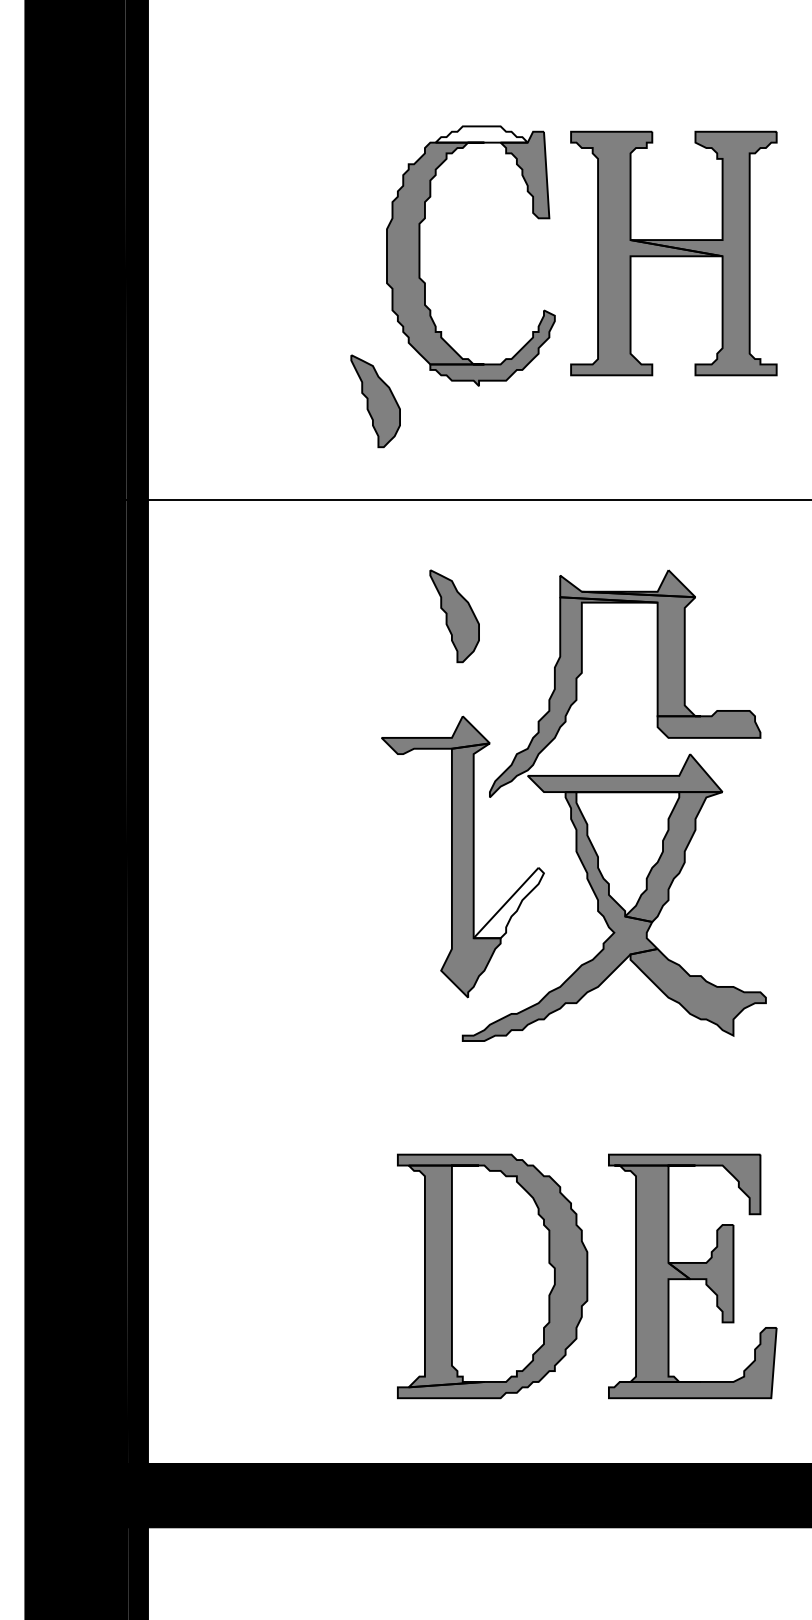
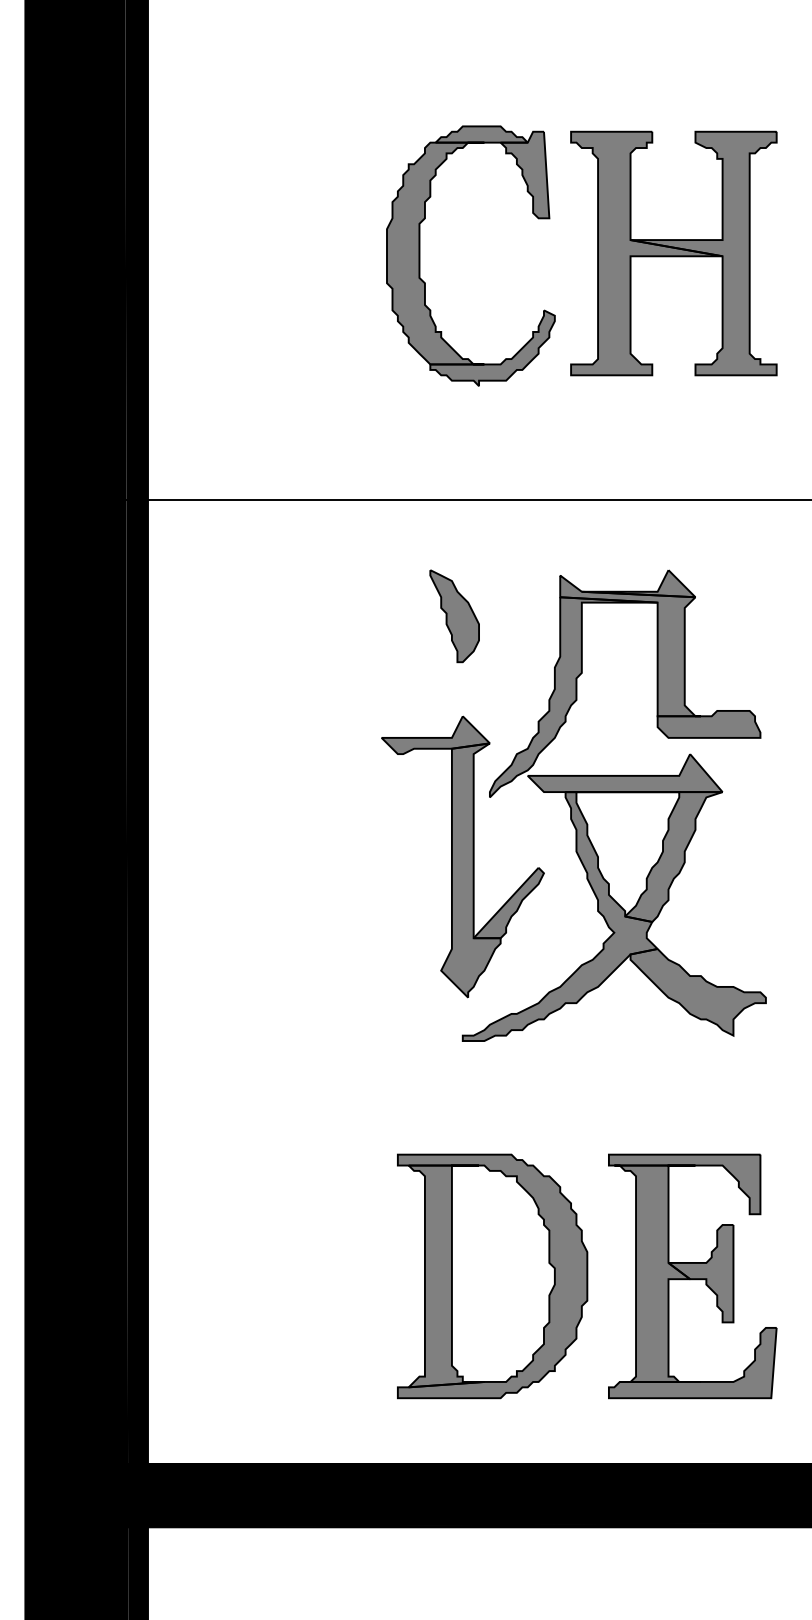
fill at (481, 134): none -> present
part at (375, 401): present -> none
fill at (508, 902): none -> present
